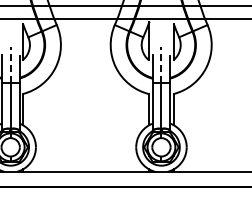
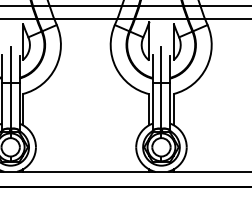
line at (10, 64): dashed -> solid
line at (161, 64): dashed -> solid
